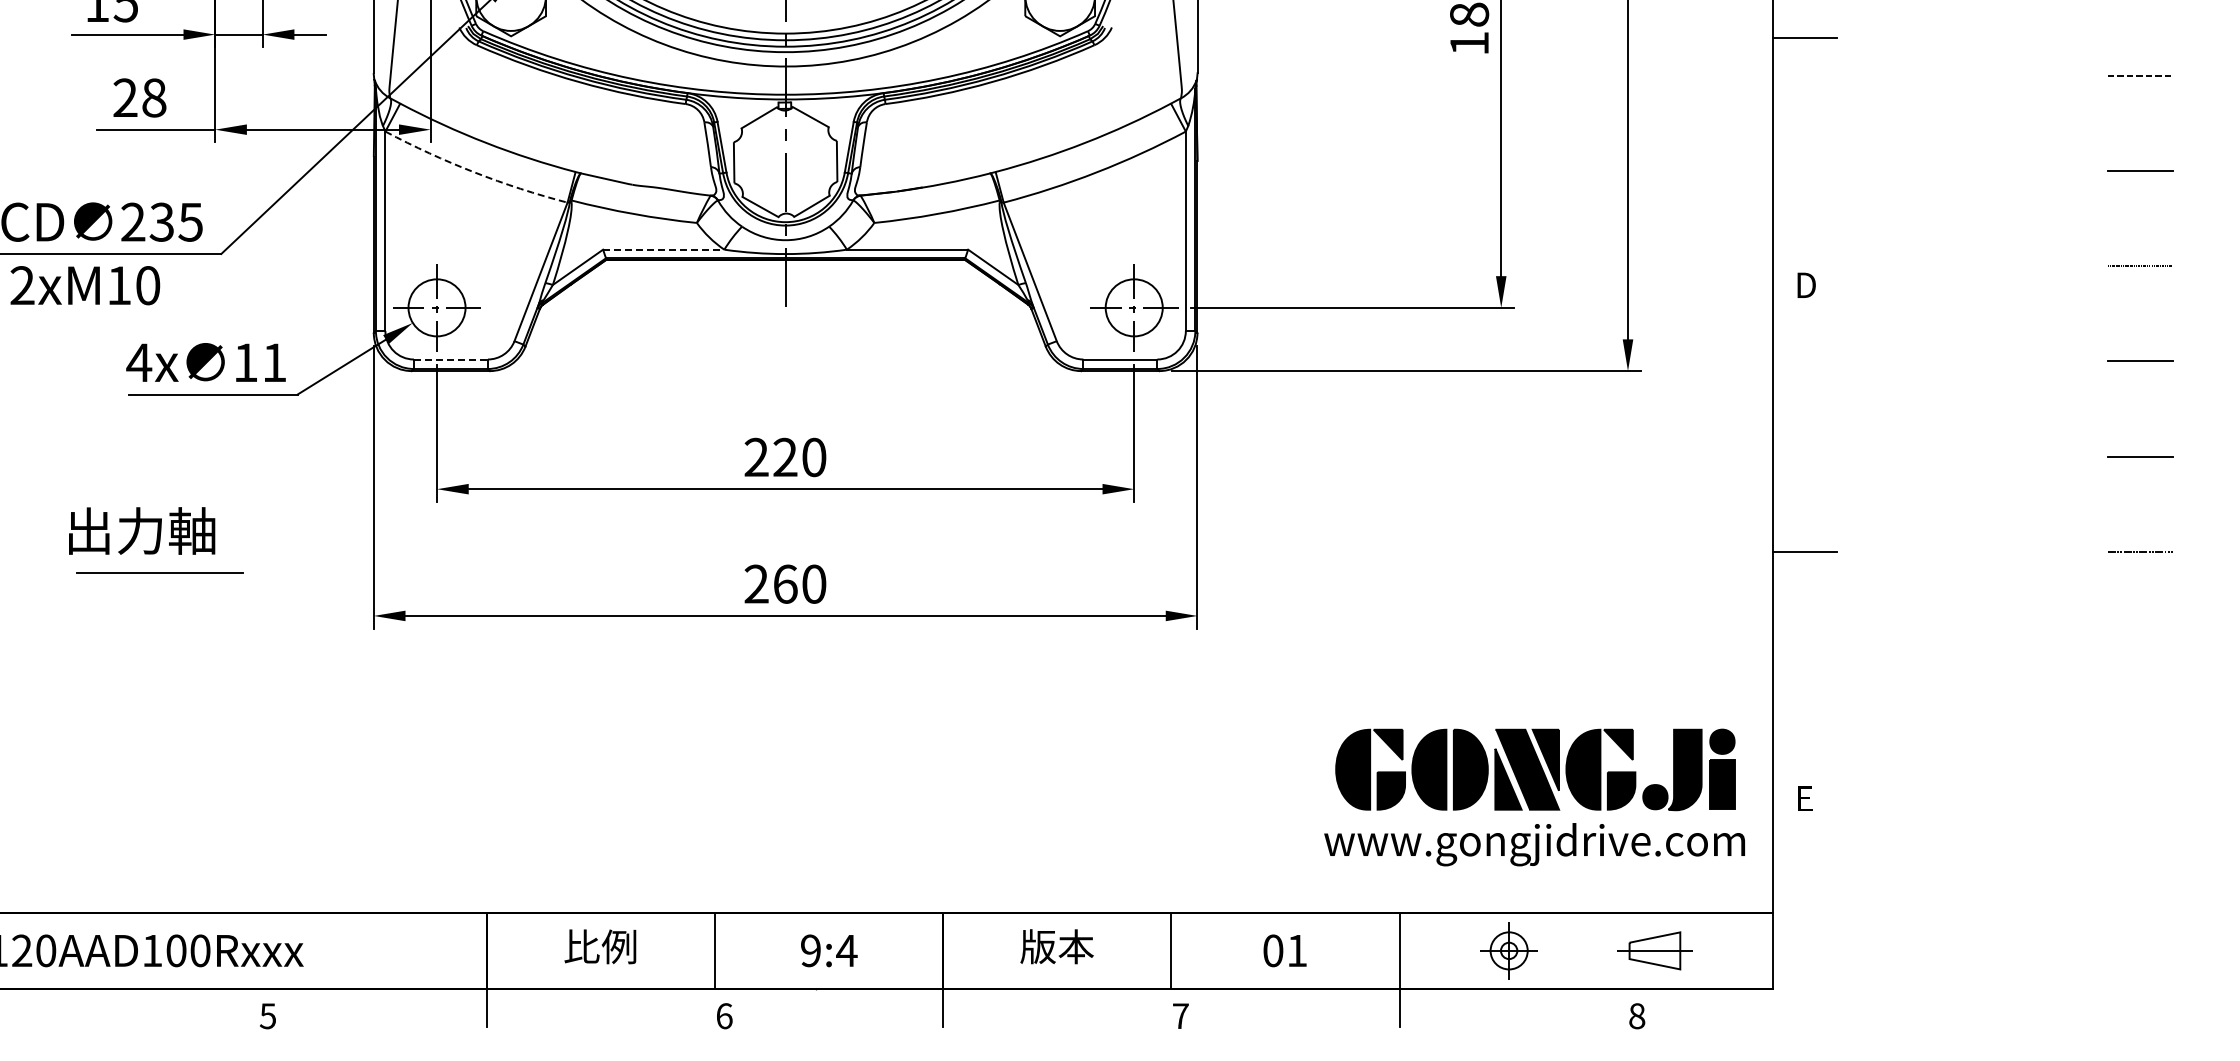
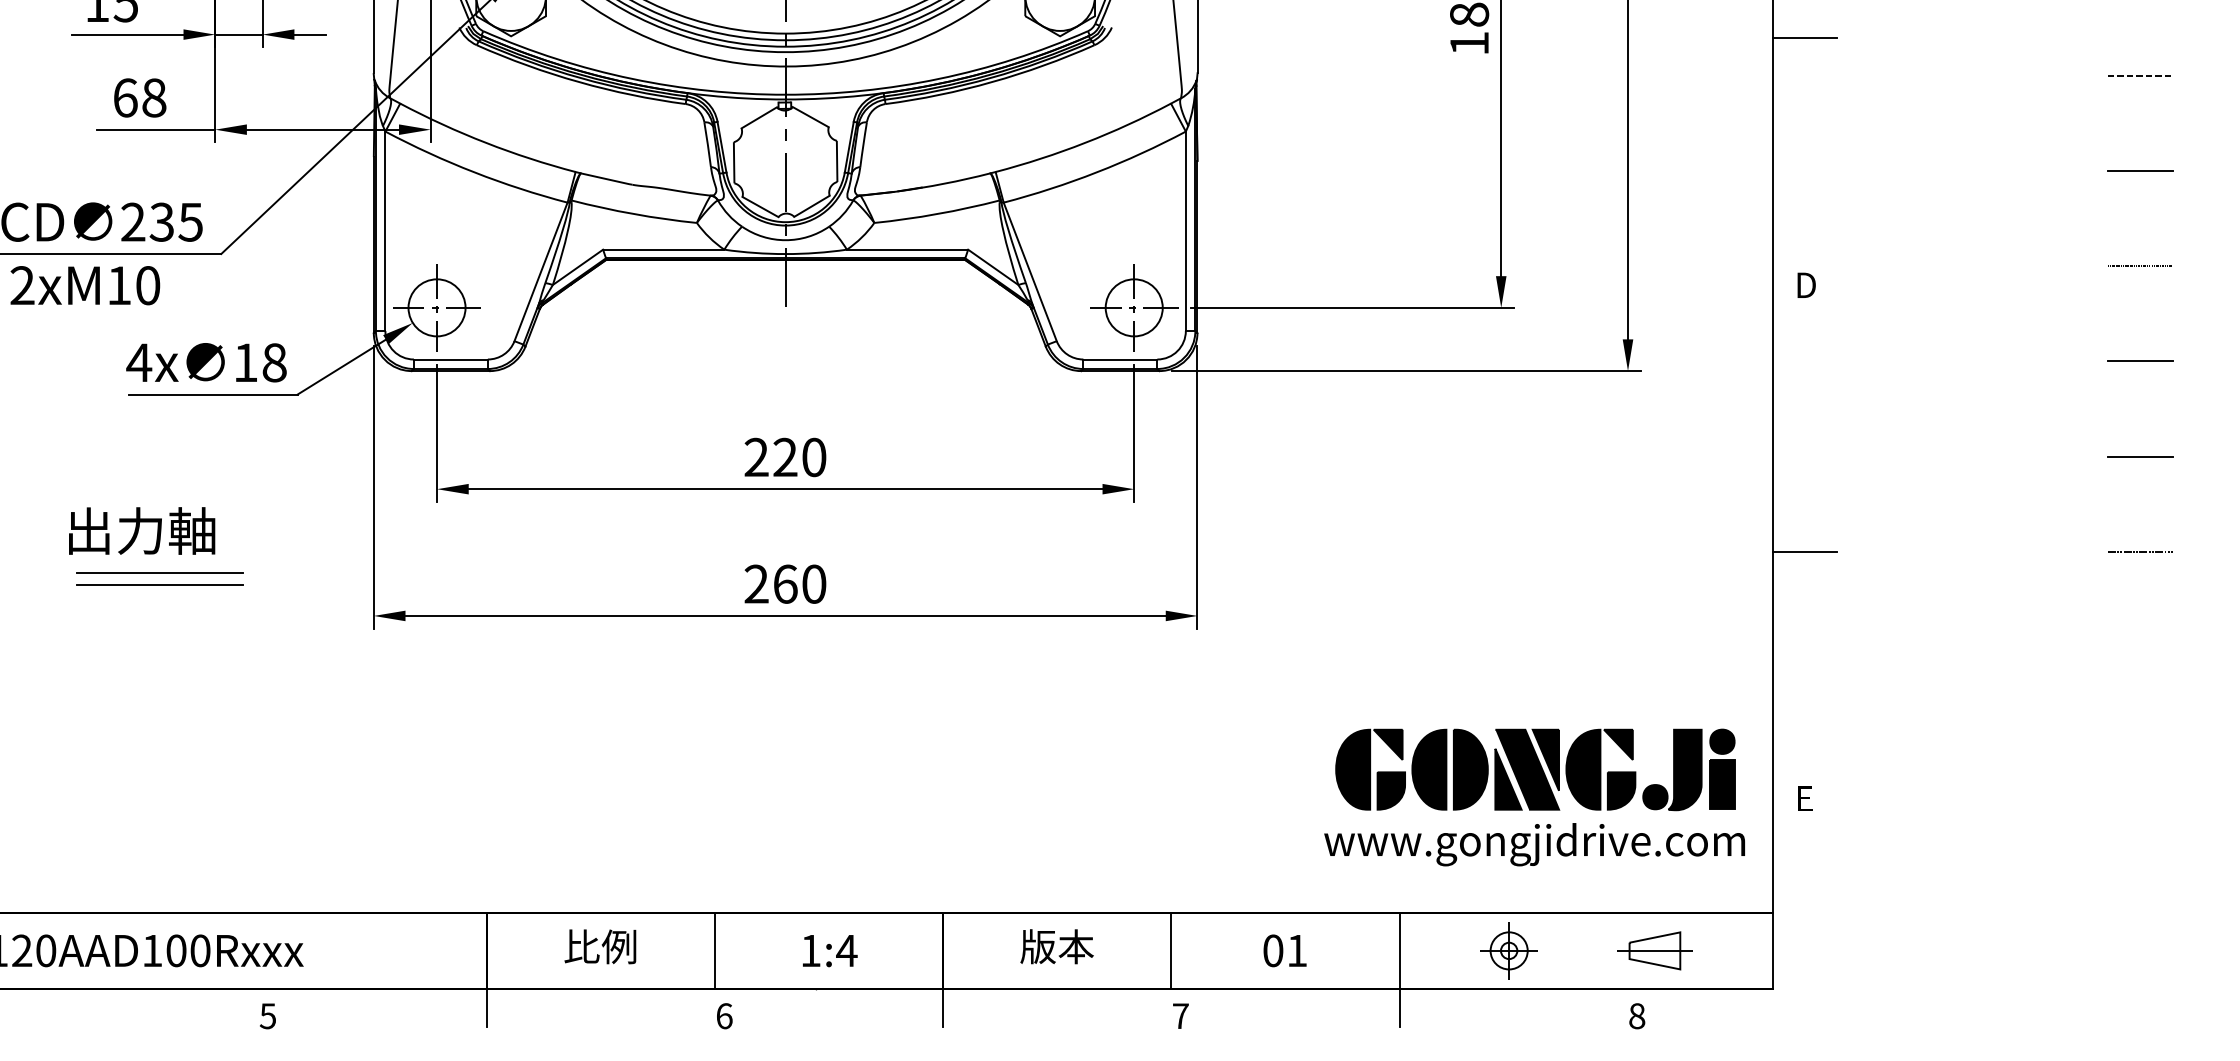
text at (125, 97): 28 -> 68
arc at (474, 172): dashed -> solid
line at (663, 249): dashed -> solid
line at (450, 359): dashed -> solid
text at (274, 362): 11 -> 18
line at (160, 585): none -> present
text at (810, 950): 9:4 -> 1:4
